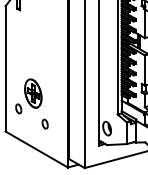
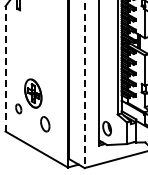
line at (5, 68): solid -> dashed
line at (84, 84): solid -> dashed
part at (44, 123) size: 8x12 px -> 11x17 px
